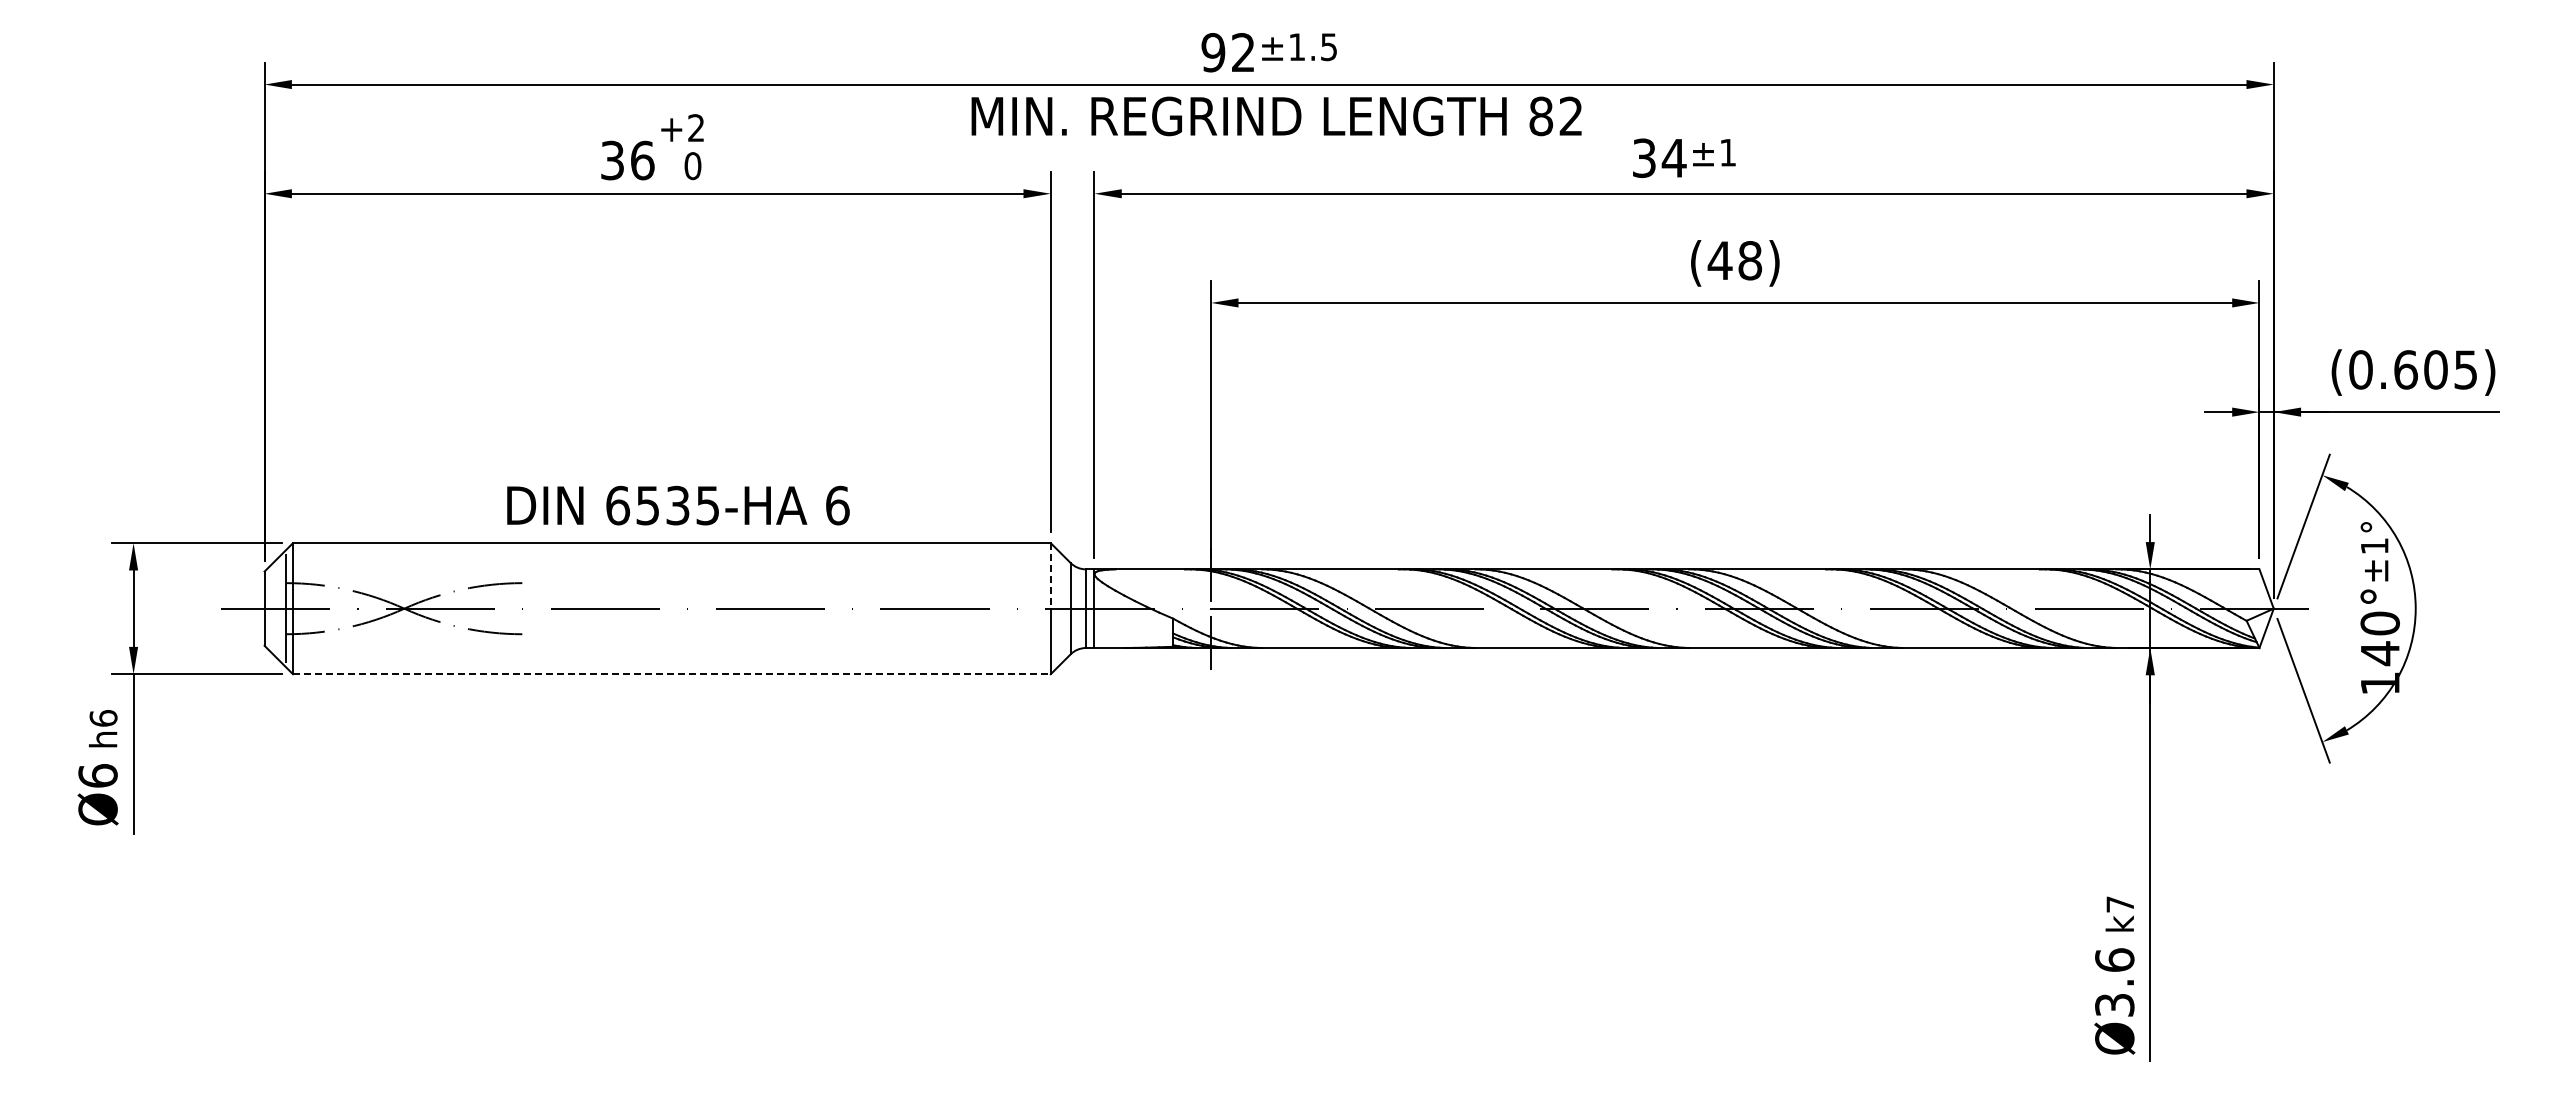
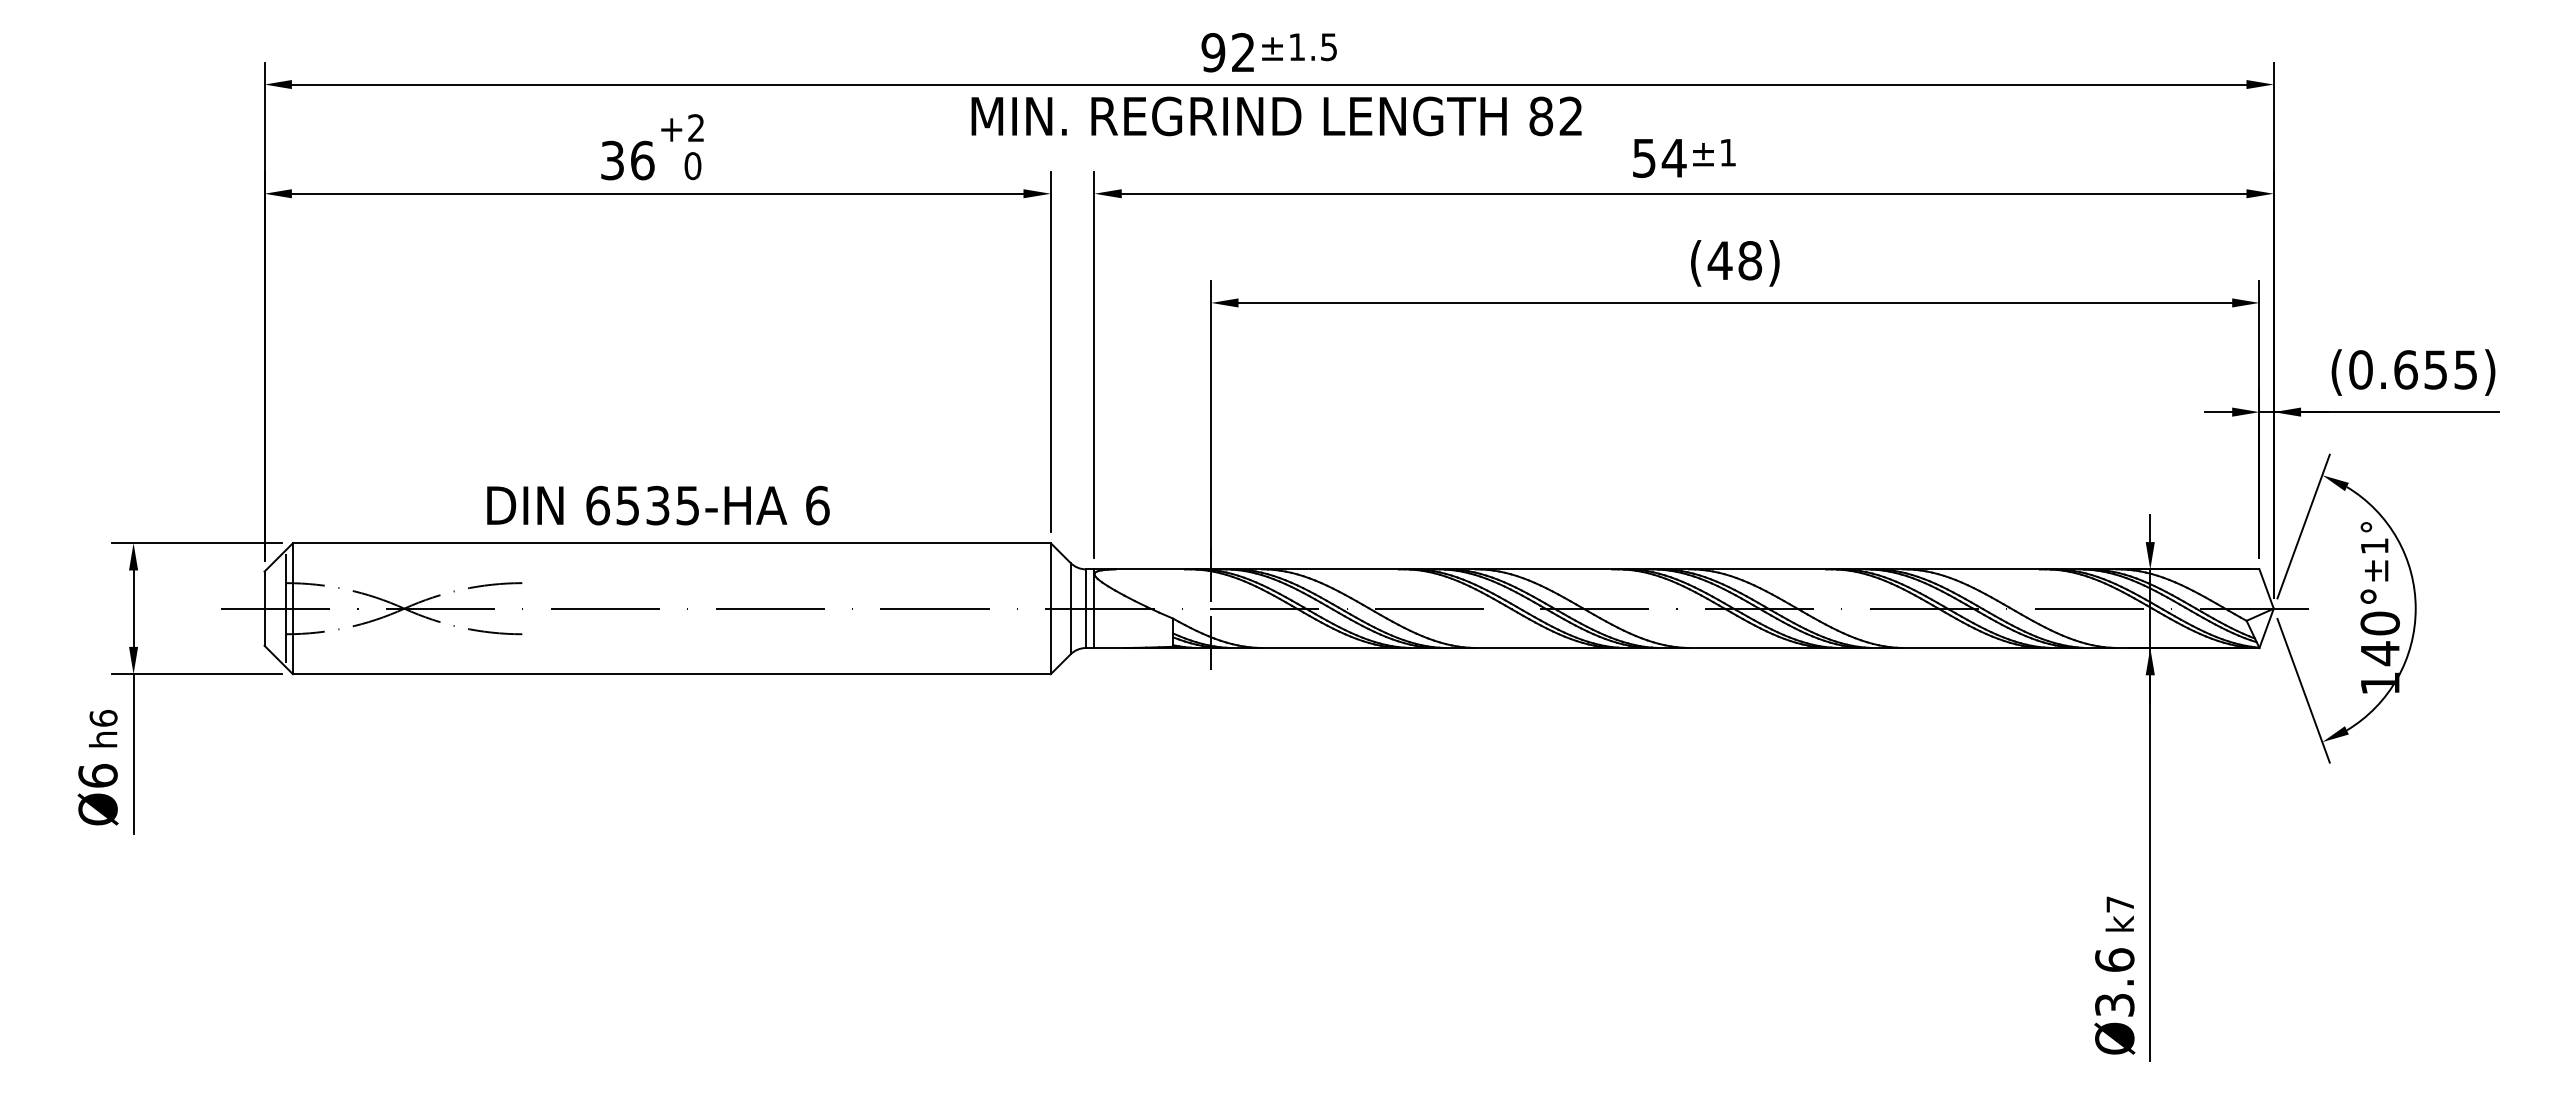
text at (1644, 157): 34 -> 54
text at (2435, 369): (0.605) -> (0.655)
text at (678, 505) position: (678, 505) -> (658, 505)
line at (1050, 575): dashed -> solid
line at (671, 674): dashed -> solid
